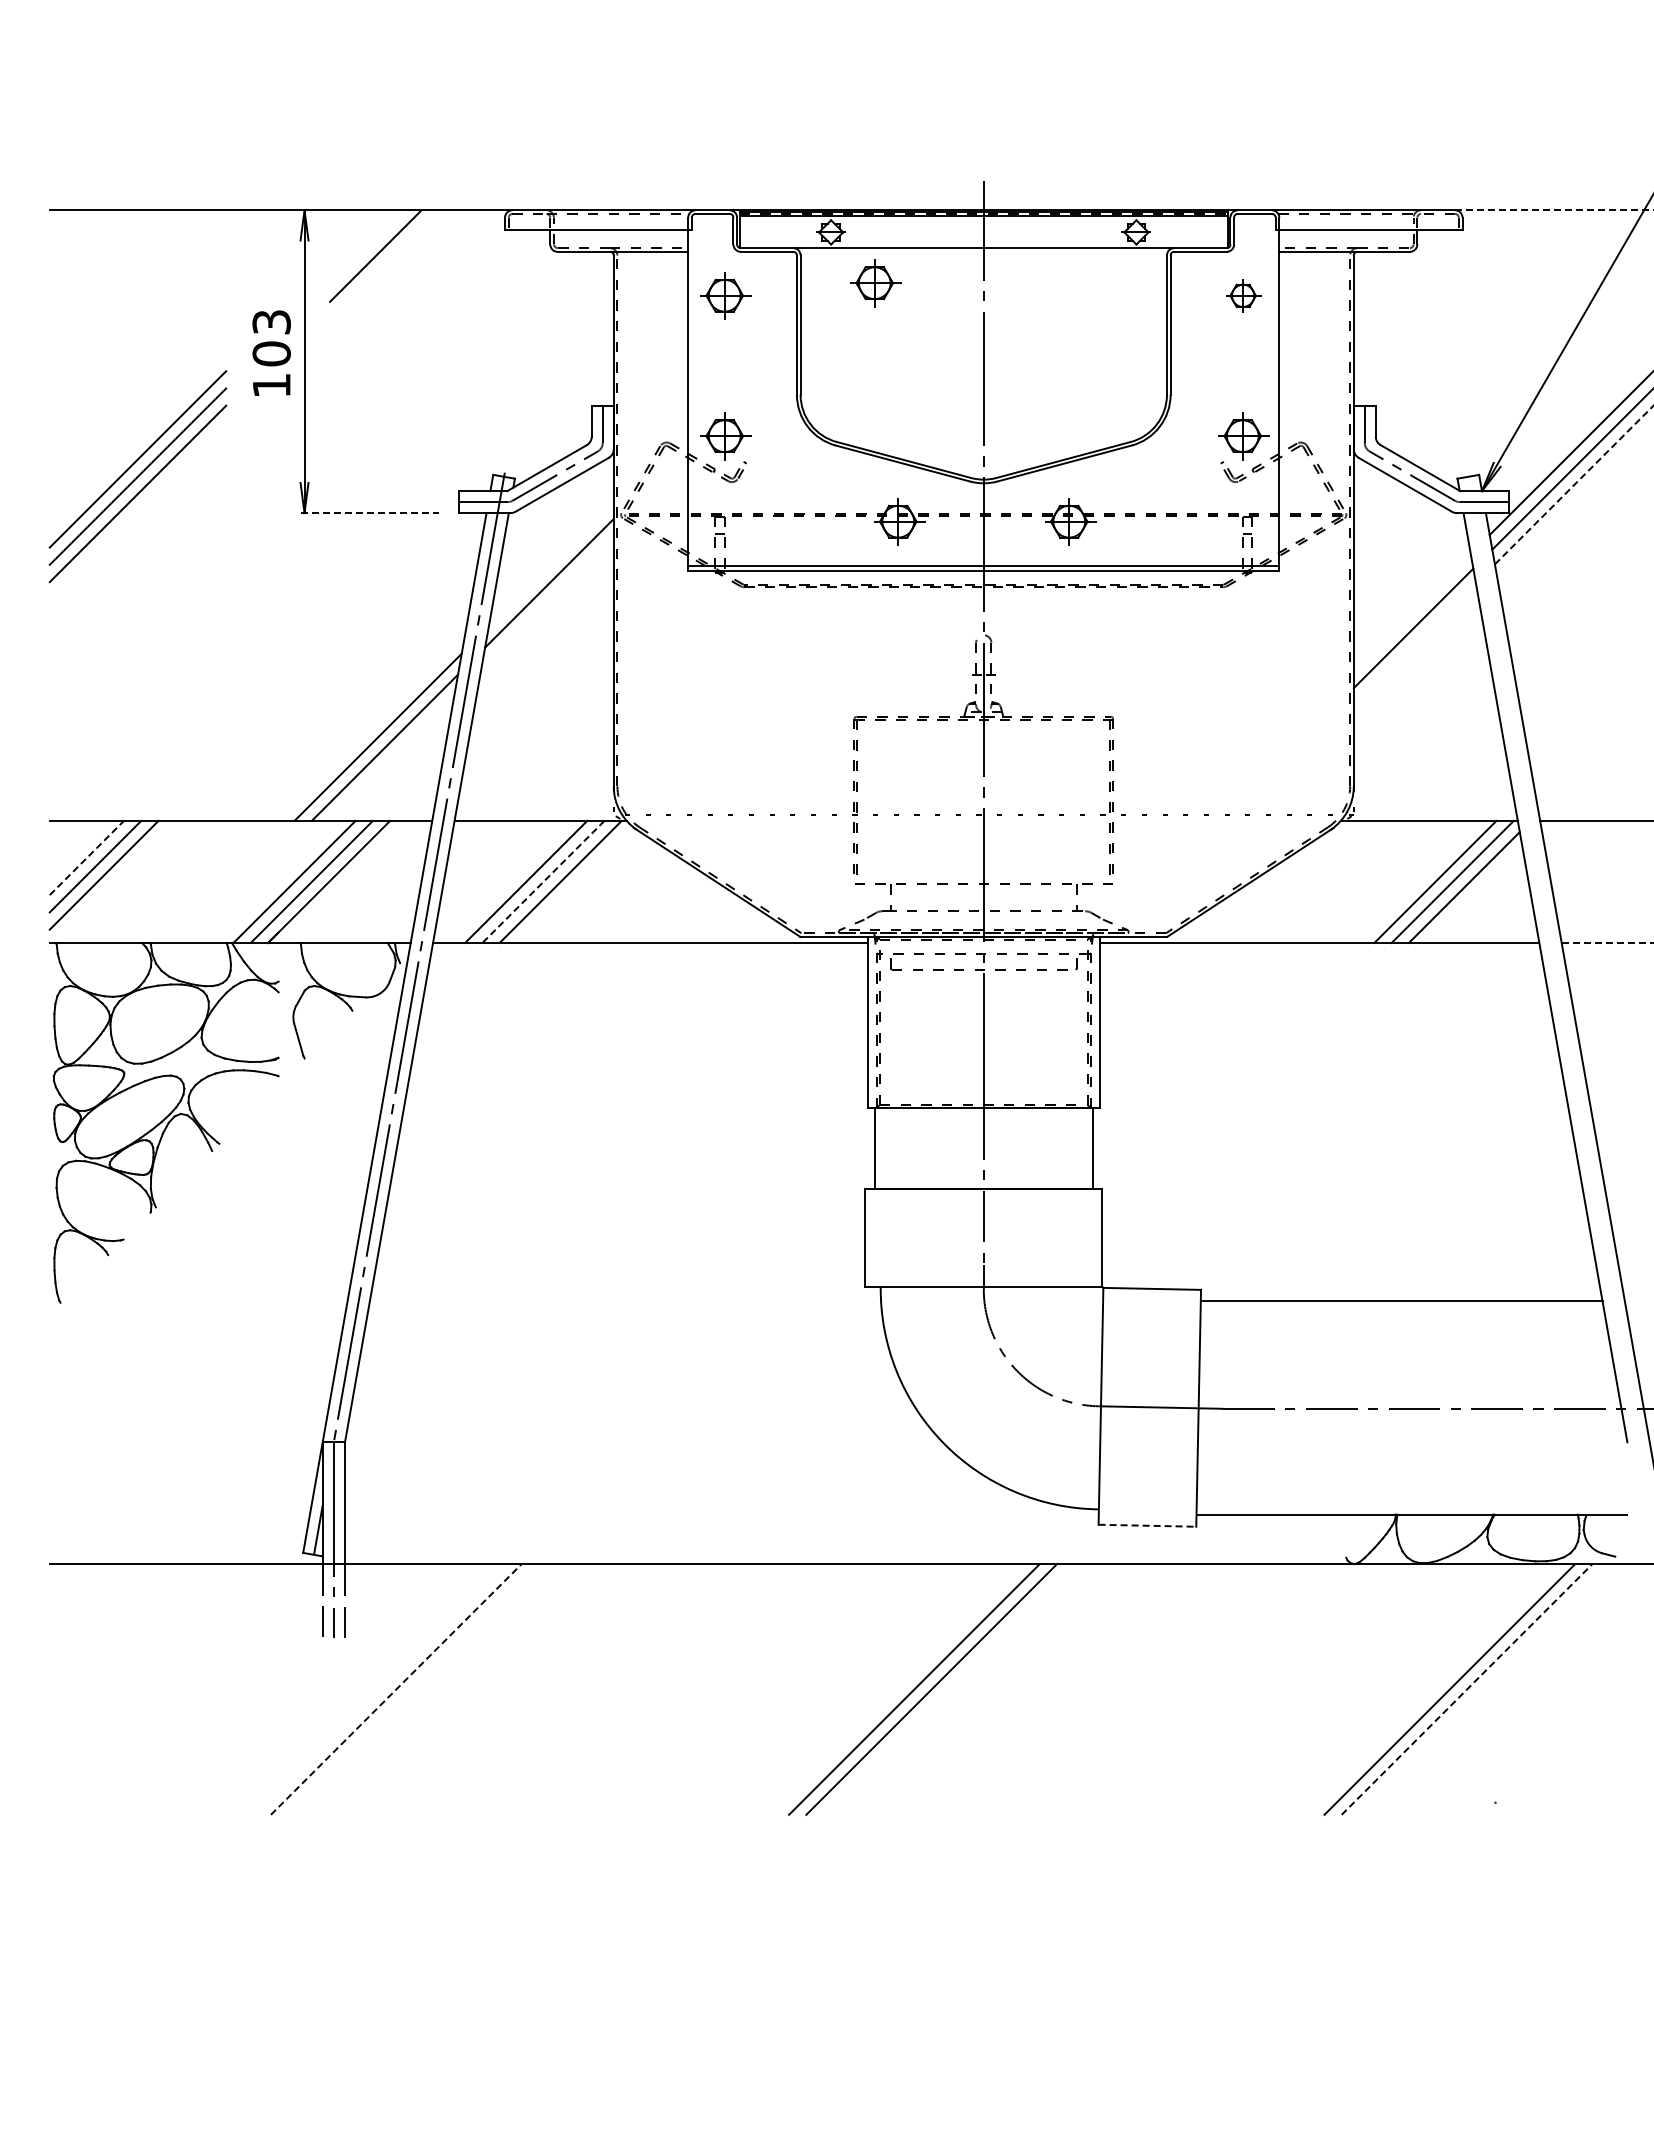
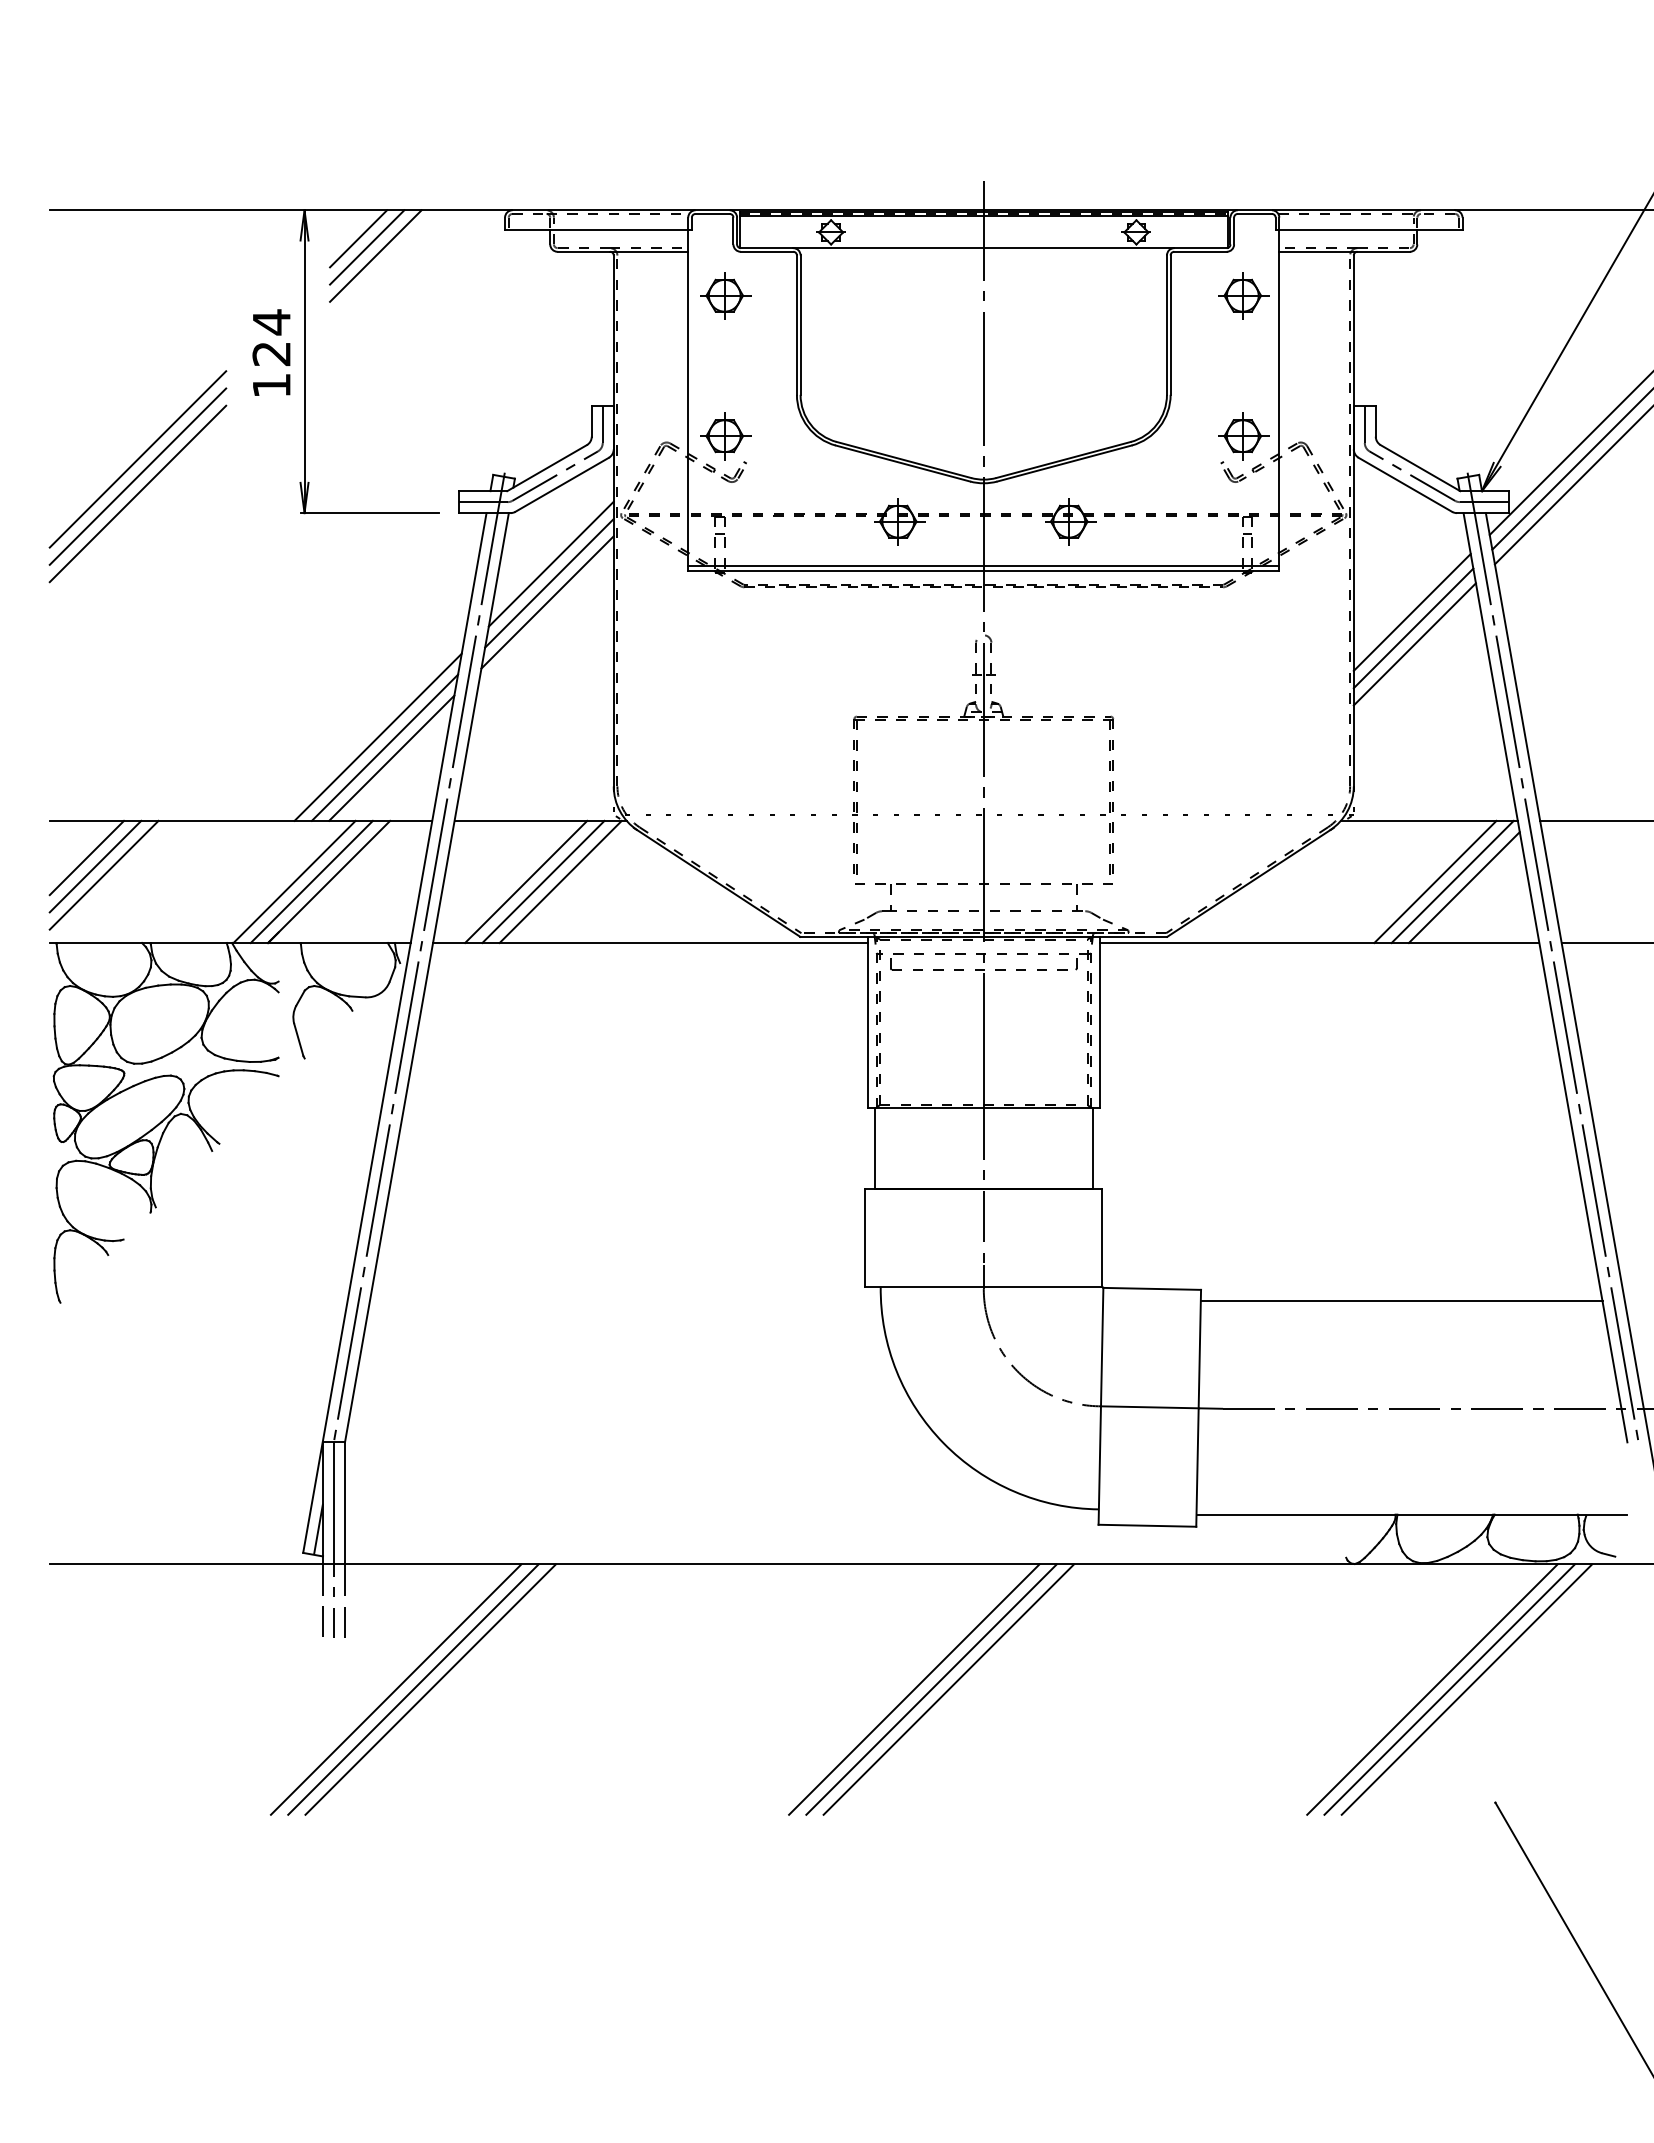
line at (1555, 210): dashed -> solid
line at (358, 238): none -> present
line at (367, 247): none -> present
part at (875, 283): present -> none
part at (1243, 295) size: 36x34 px -> 52x48 px
text at (271, 337): 103 -> 124
line at (1574, 484): dashed -> solid
line at (369, 513): dashed -> solid
line at (550, 563): none -> present
line at (547, 602): none -> present
line at (1411, 611): none -> present
line at (1414, 644): none -> present
line at (391, 757): none -> present
line at (87, 857): dashed -> solid
line at (543, 882): dashed -> solid
line at (1607, 943): dashed -> solid
line at (1552, 957): none -> present
line at (1147, 1525): dashed -> solid
line at (396, 1689): dashed -> solid
line at (413, 1689): none -> present
line at (430, 1689): none -> present
line at (948, 1689): none -> present
line at (1432, 1689): none -> present
line at (1467, 1689): dashed -> solid
line at (1572, 1936): none -> present
